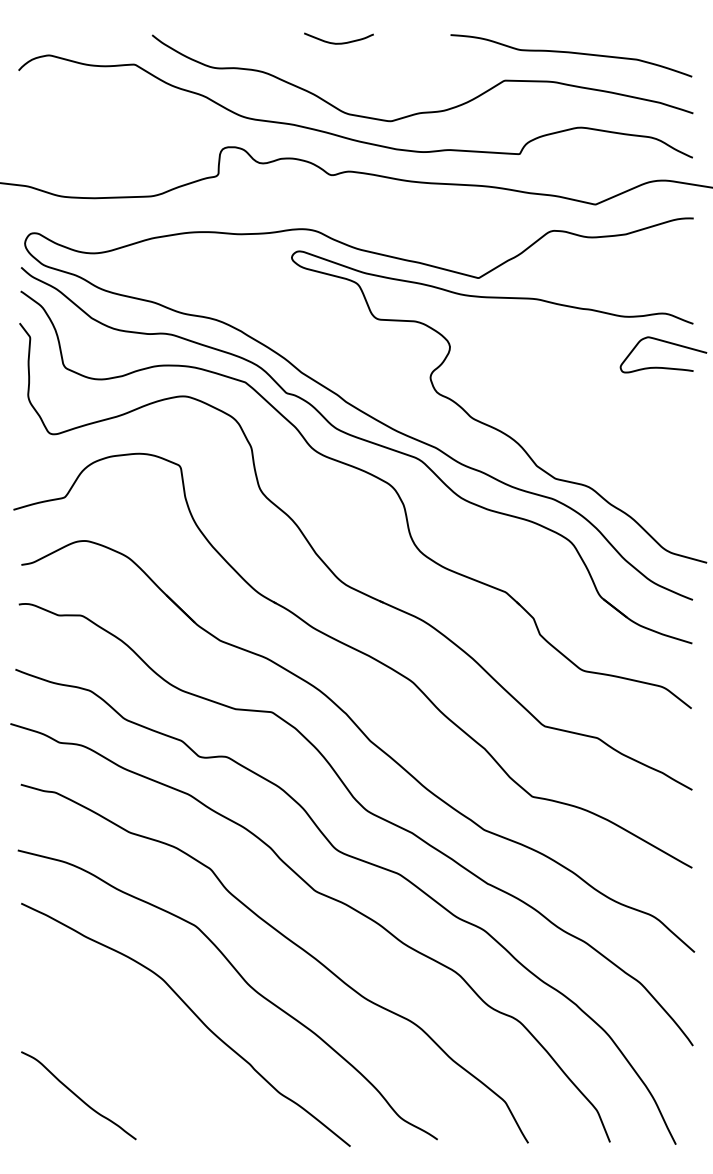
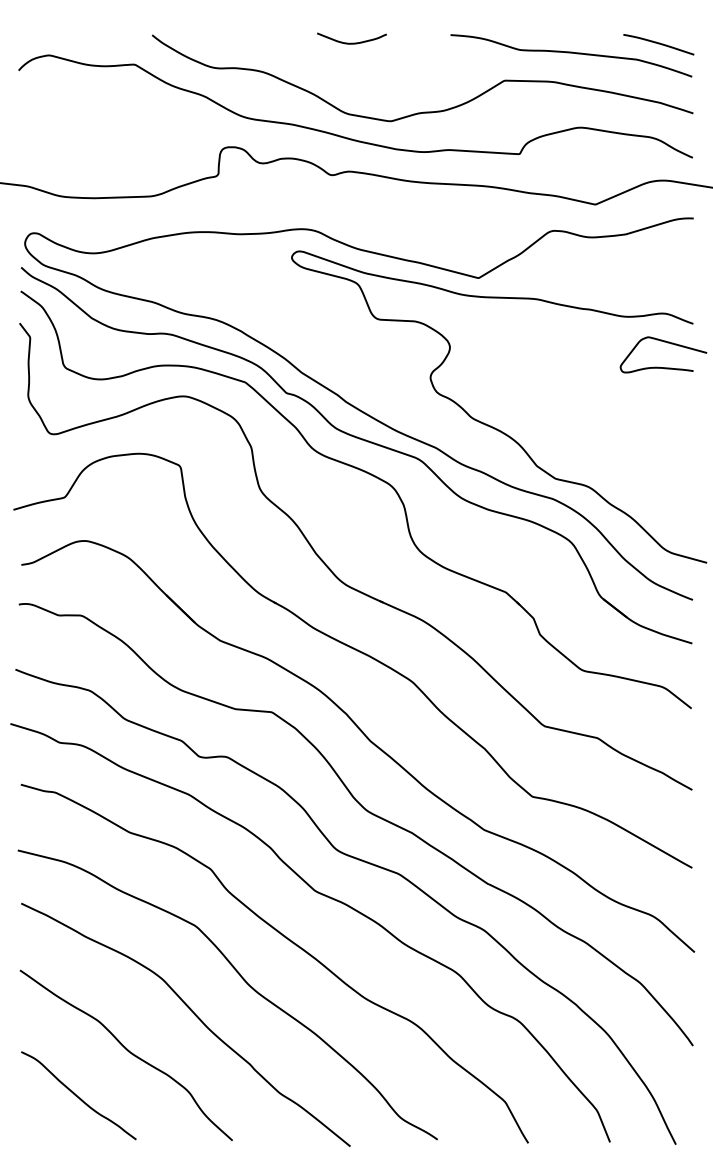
curve at (338, 42) position: (338, 42) -> (351, 42)
curve at (658, 44): none -> present
curve at (127, 1051): none -> present
